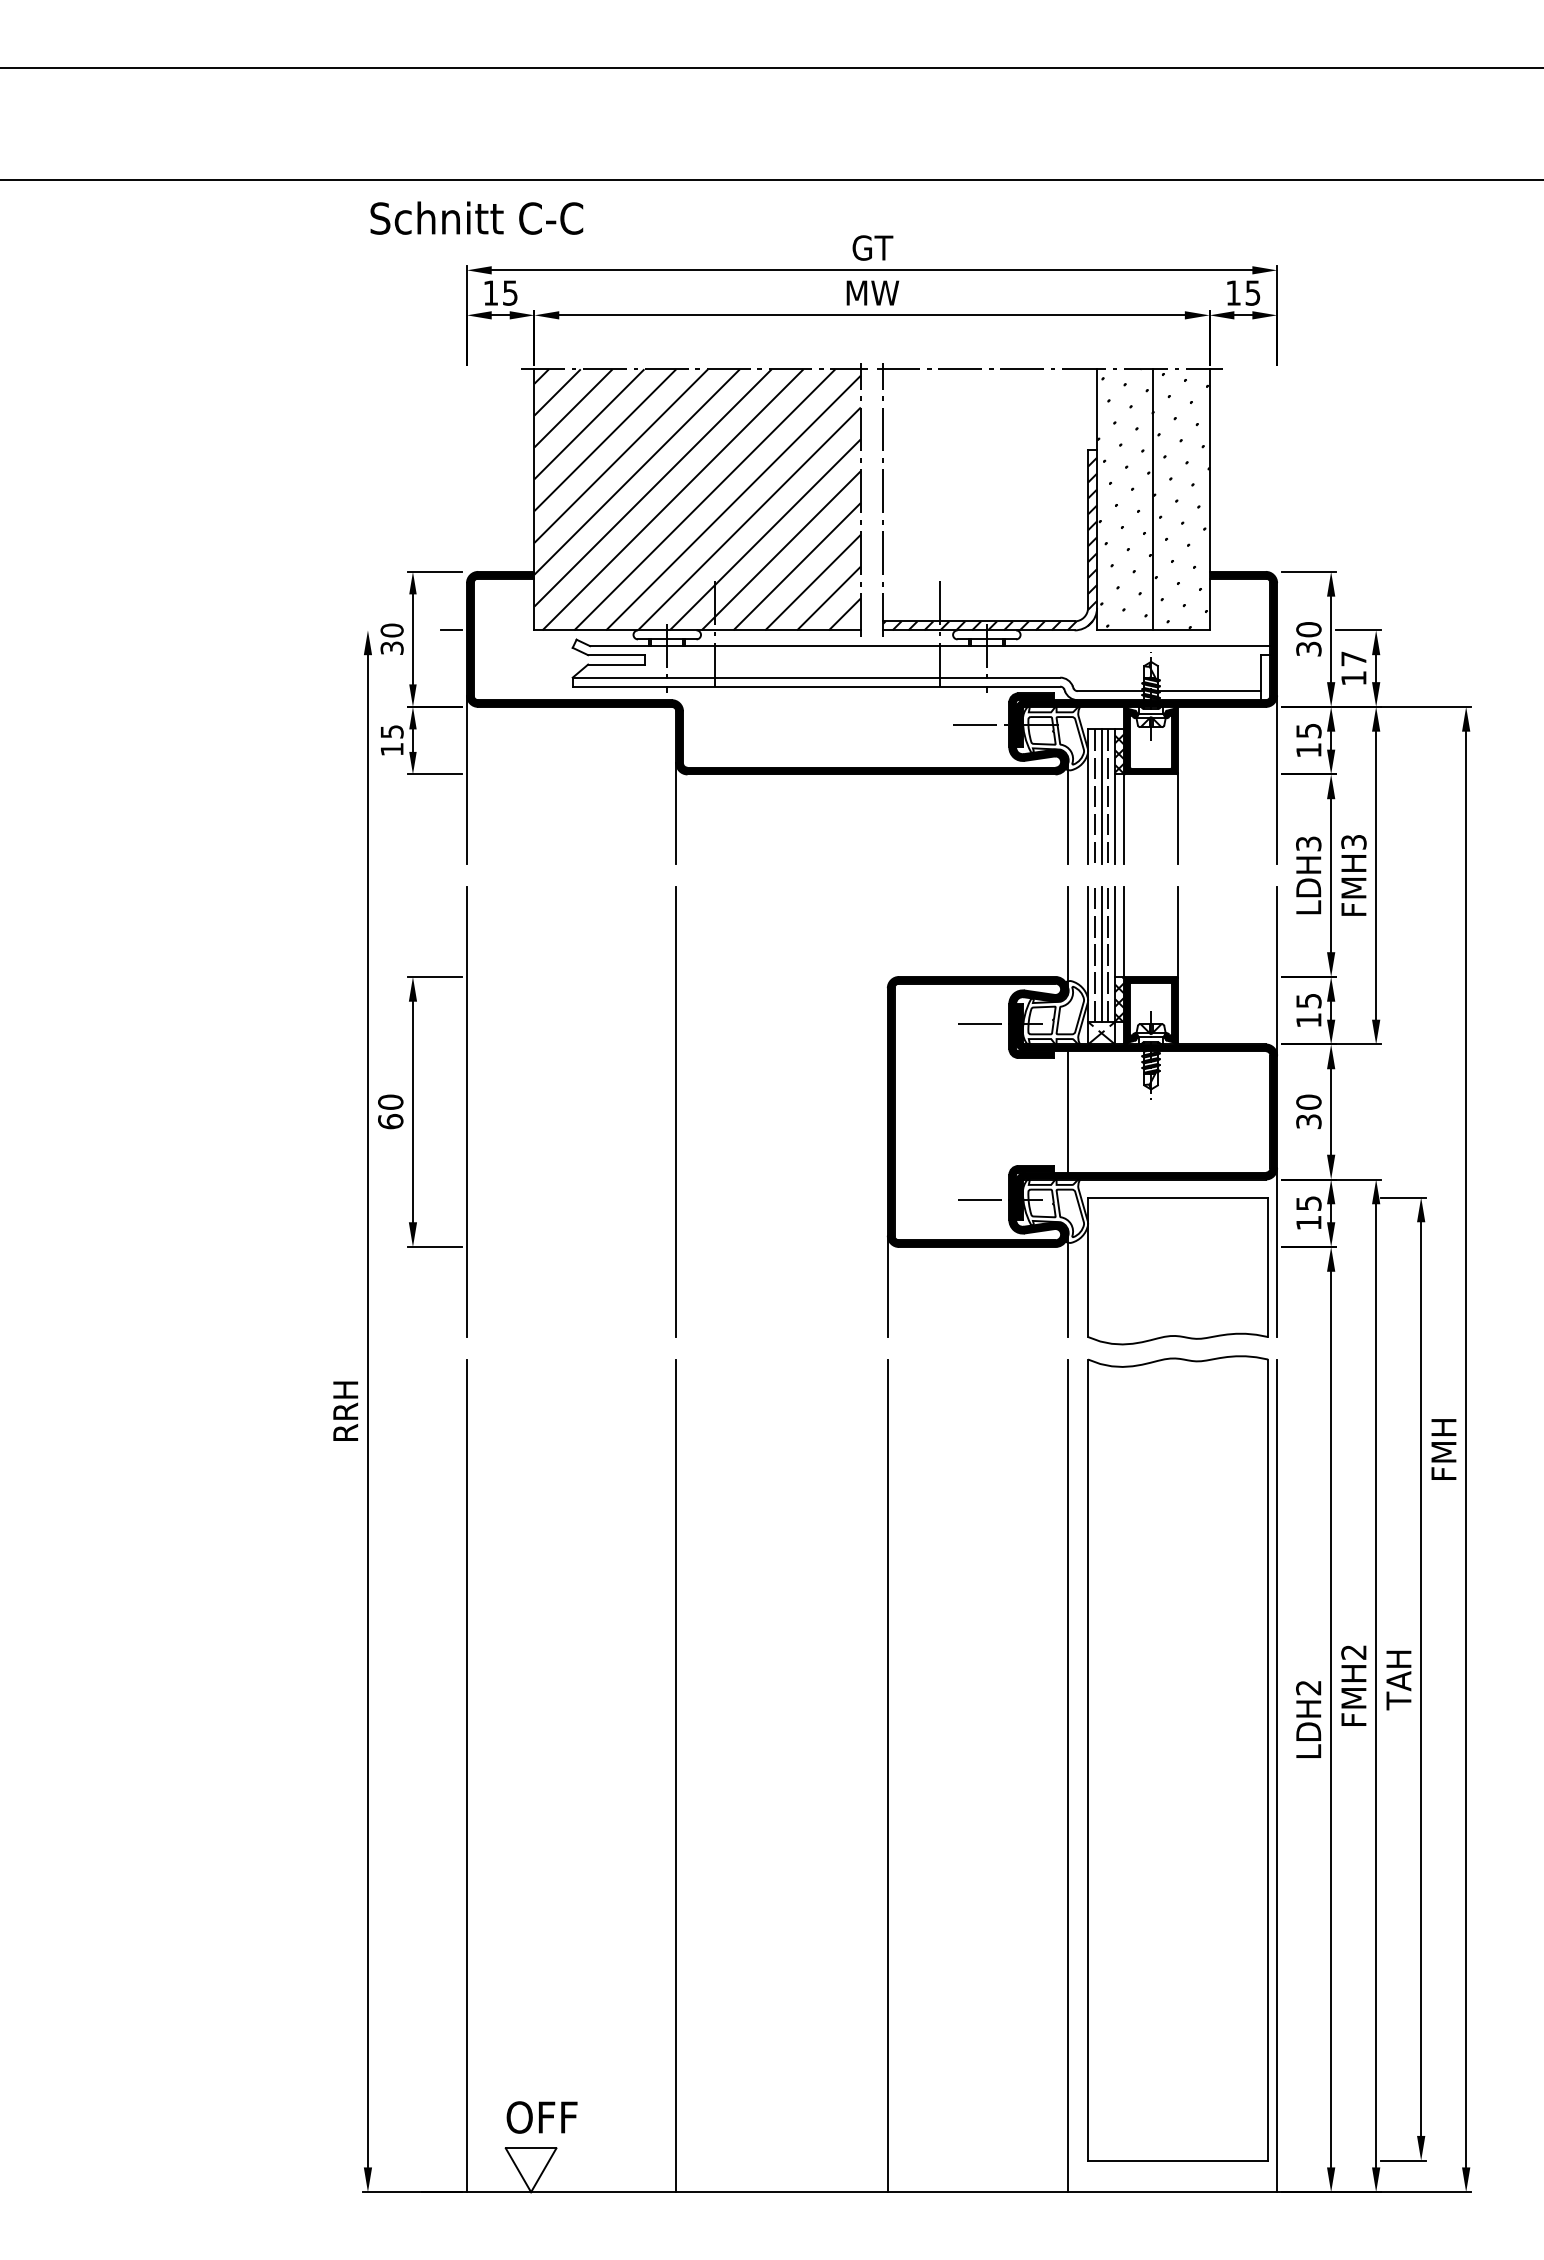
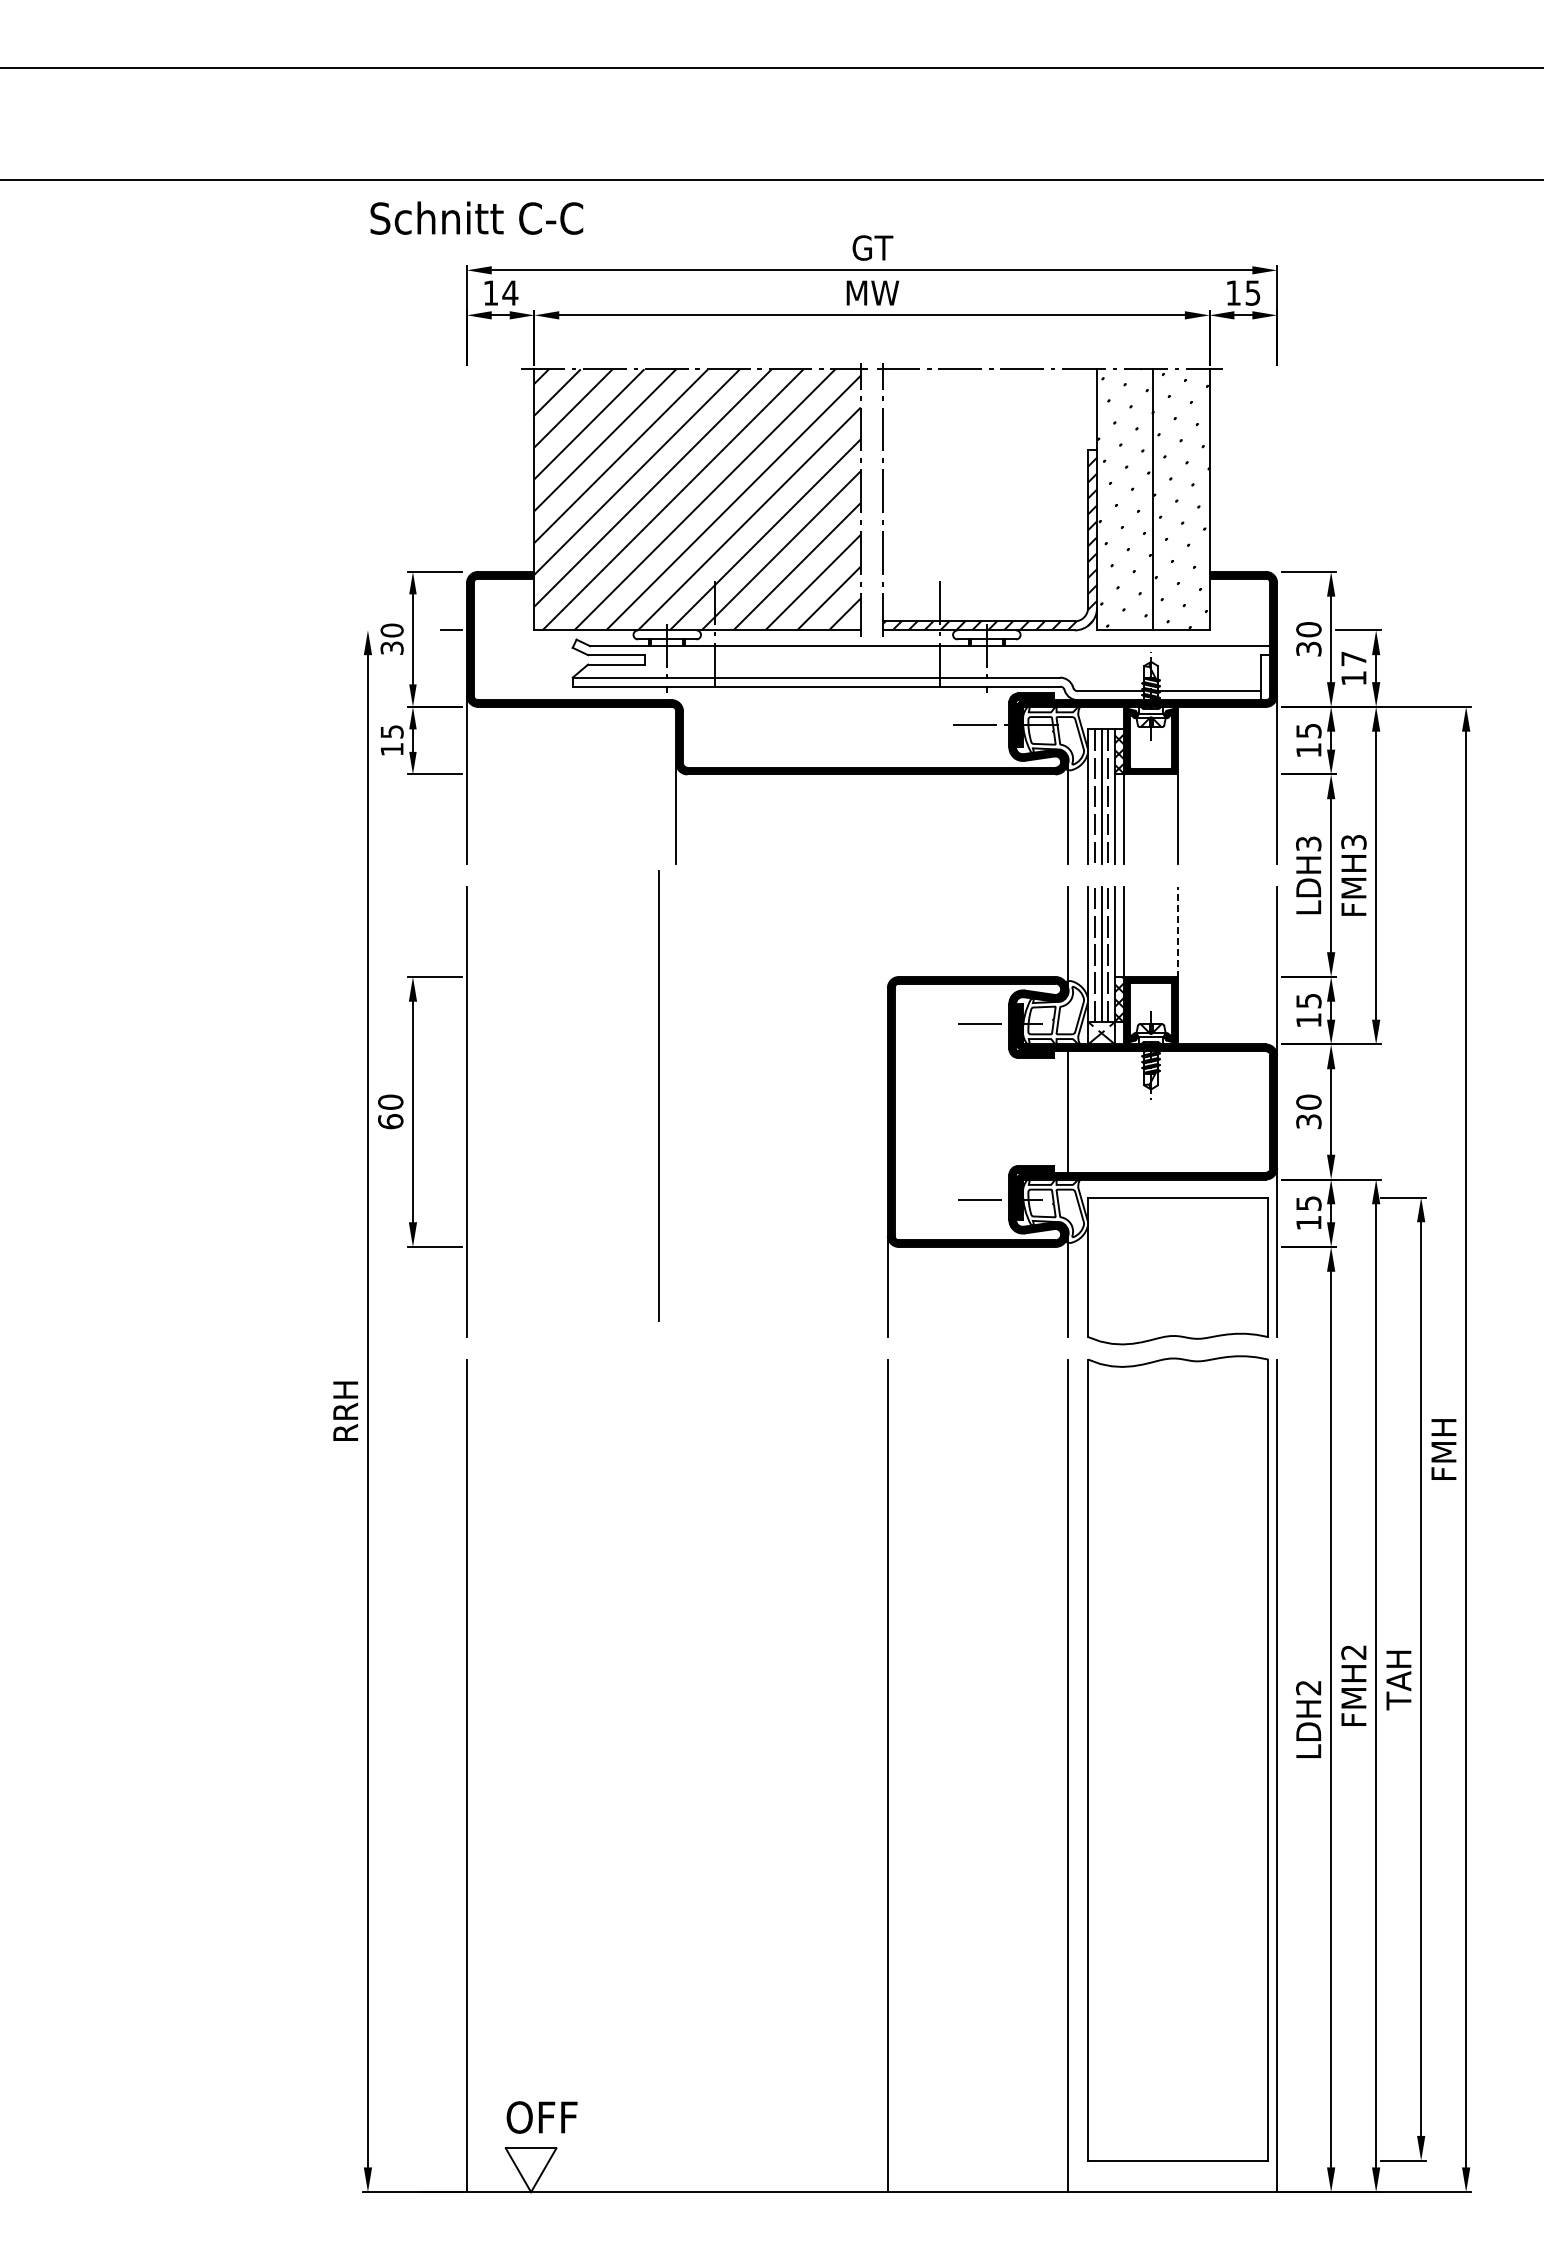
text at (510, 292): 15 -> 14
line at (1178, 932): solid -> dashed
line at (675, 1111) position: (675, 1111) -> (658, 1095)
line at (676, 1775): present -> none
